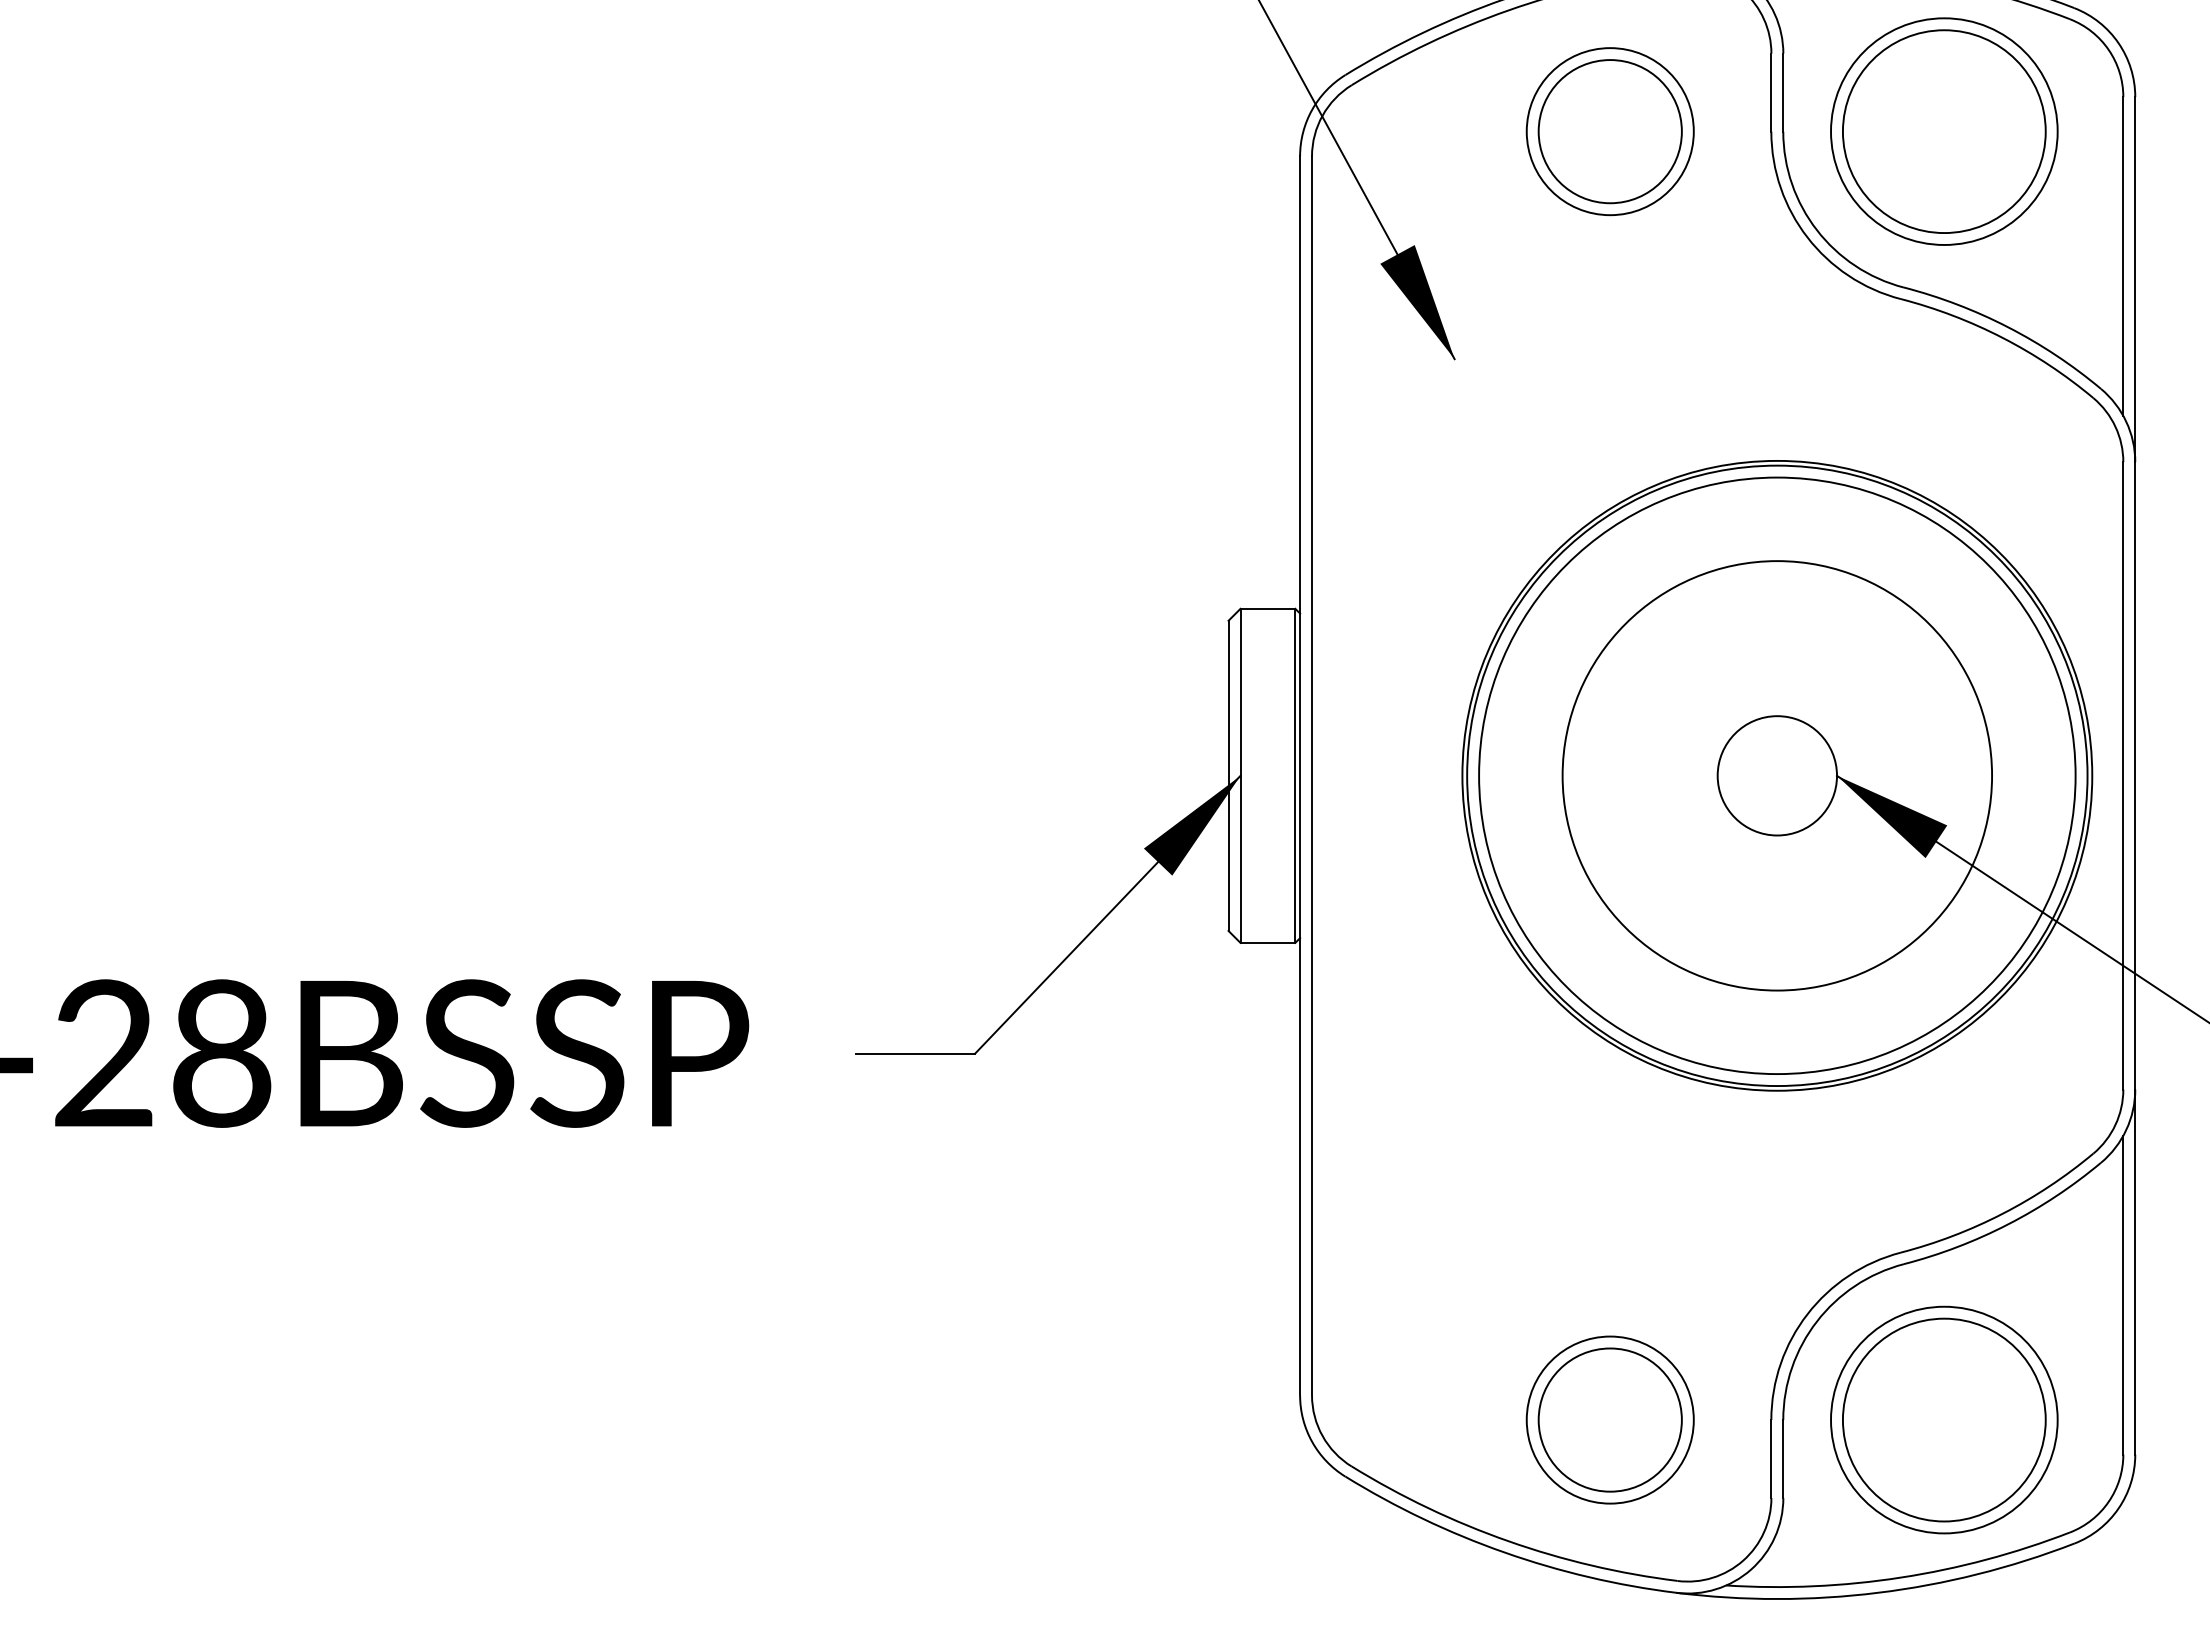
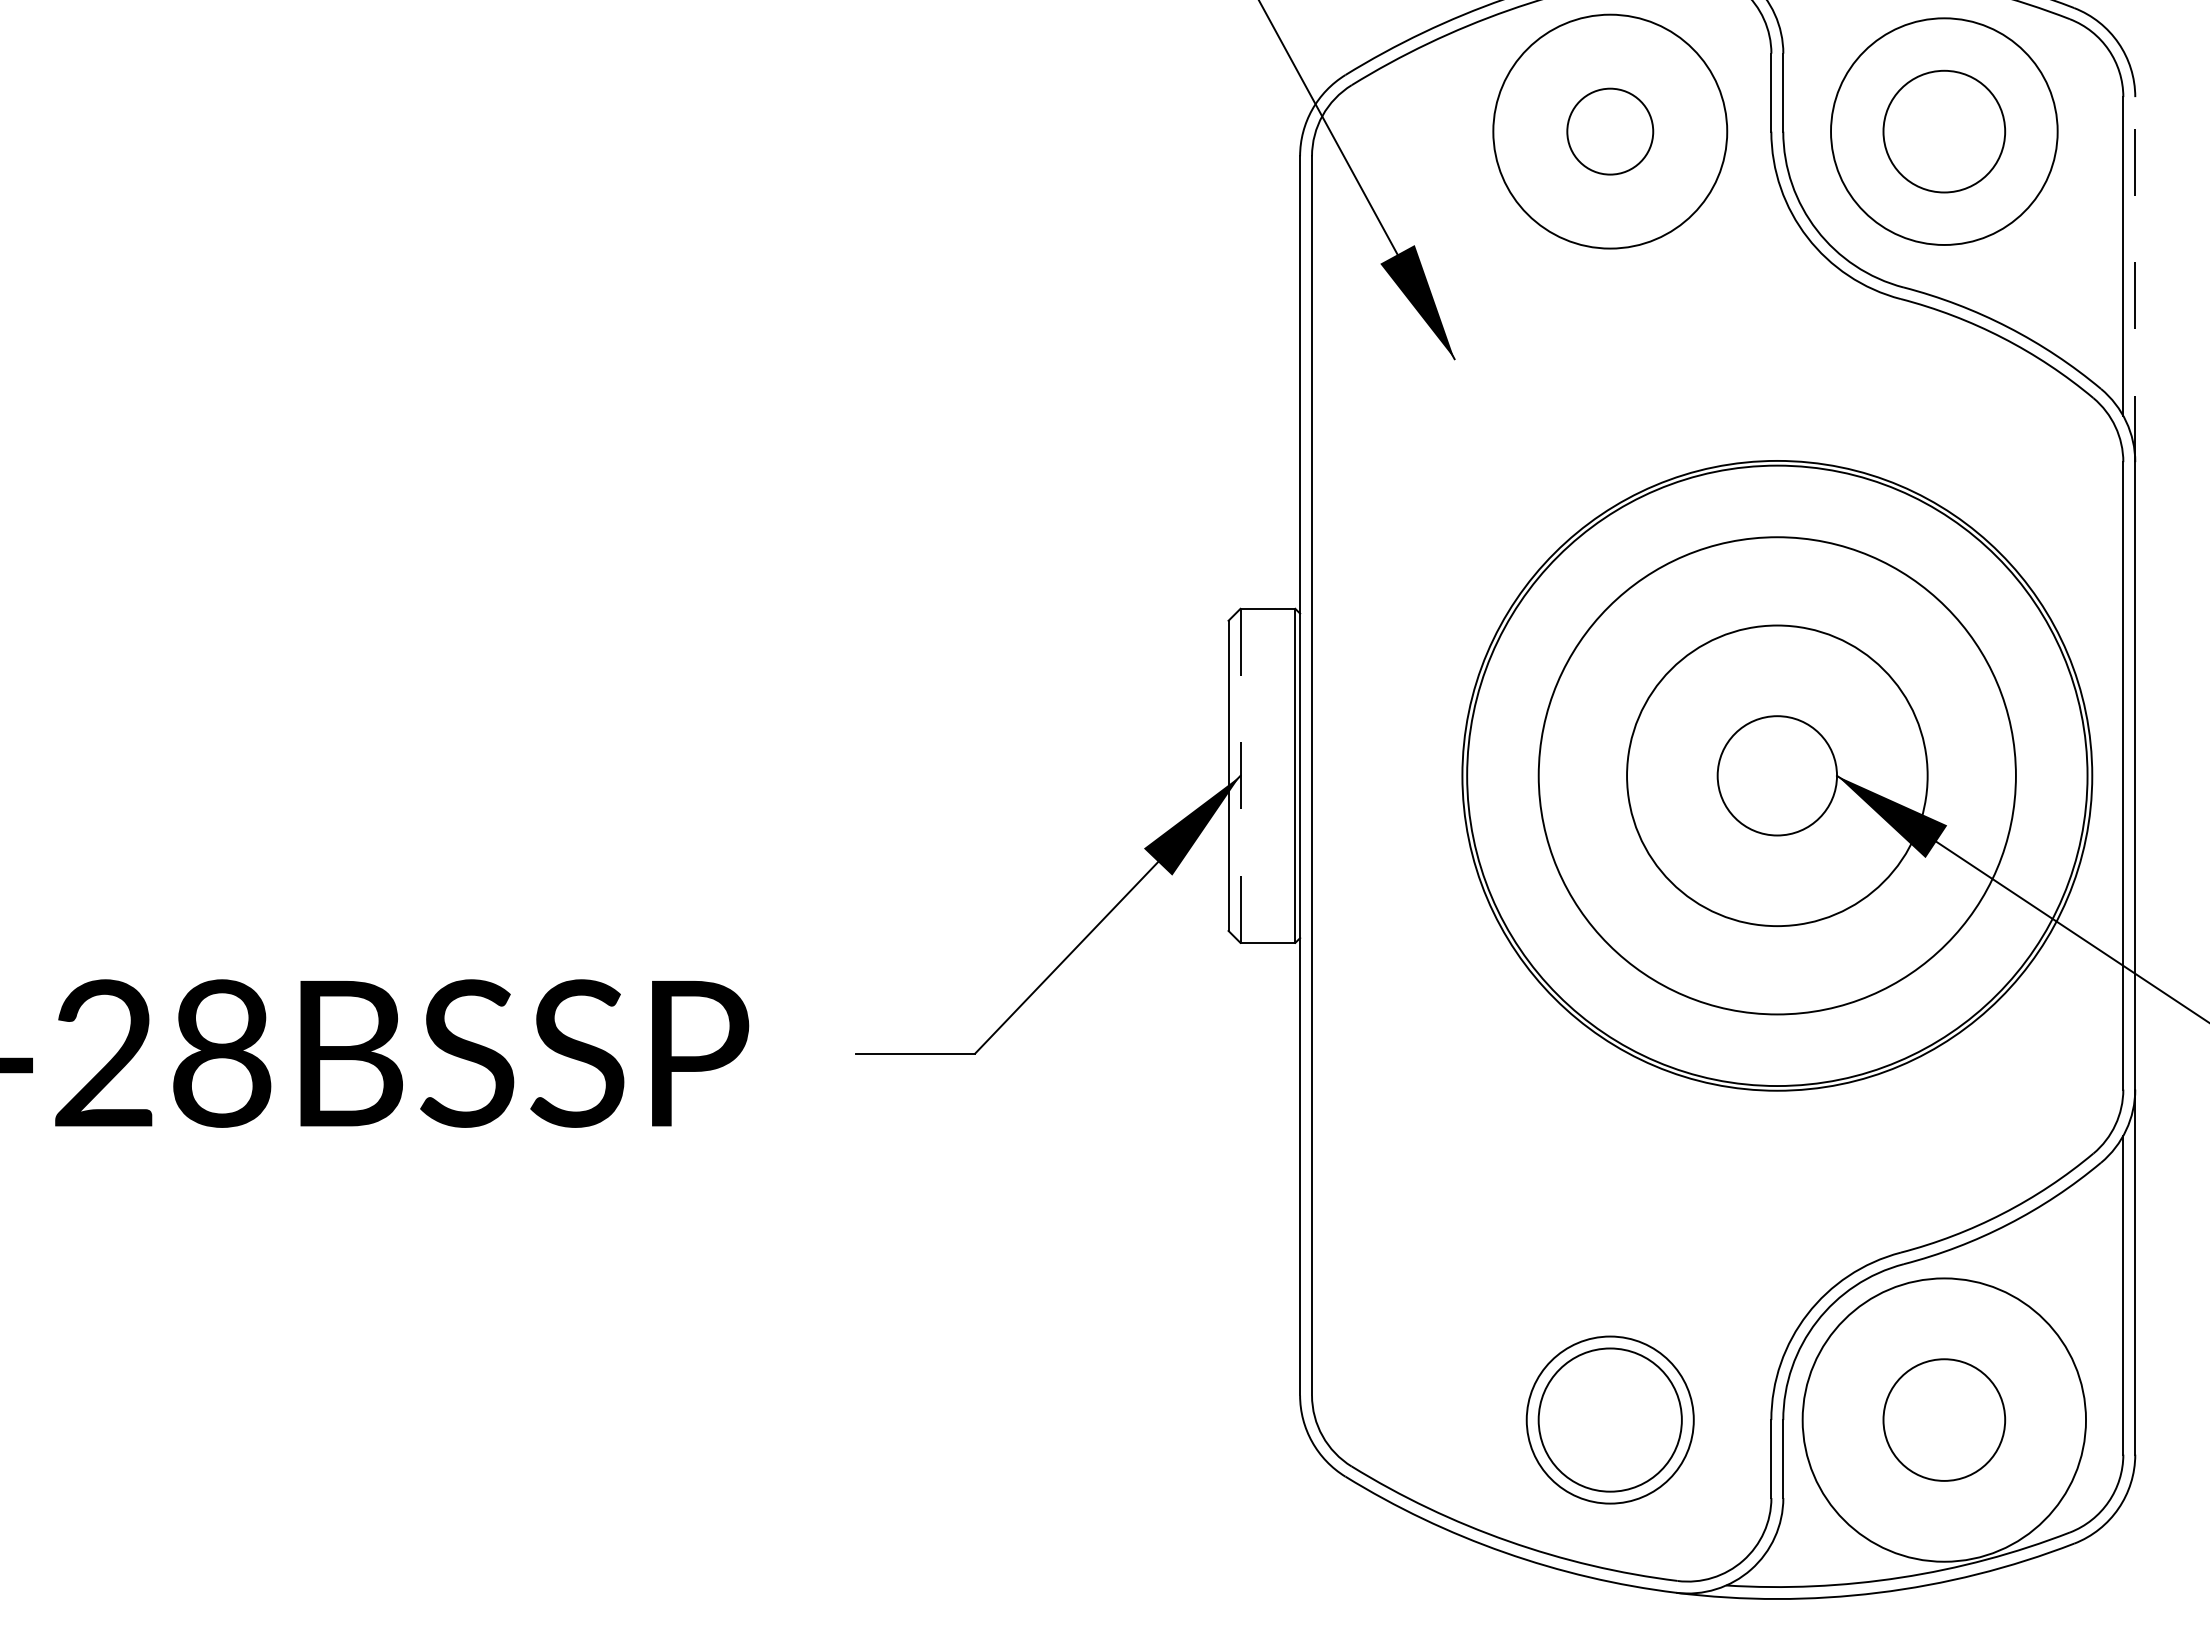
circle at (1609, 131) diameter: 143 px -> 86 px
circle at (1609, 131) diameter: 167 px -> 234 px
circle at (1943, 131) diameter: 203 px -> 122 px
line at (2135, 279): solid -> dashed
circle at (1777, 775) diameter: 429 px -> 301 px
circle at (1777, 775) diameter: 597 px -> 477 px
line at (1240, 776): solid -> dashed
circle at (1943, 1419) diameter: 203 px -> 122 px
circle at (1944, 1419) diameter: 227 px -> 283 px
